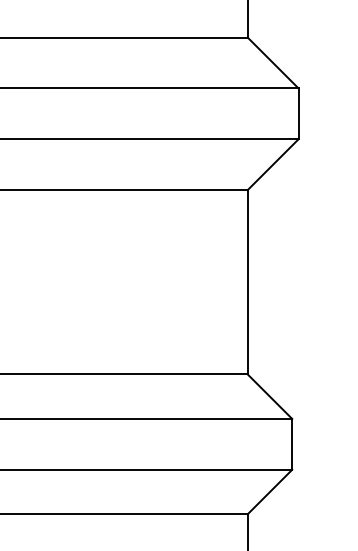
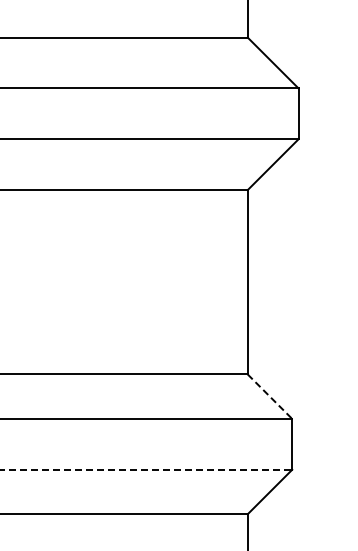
line at (270, 397): solid -> dashed
line at (146, 469): solid -> dashed
